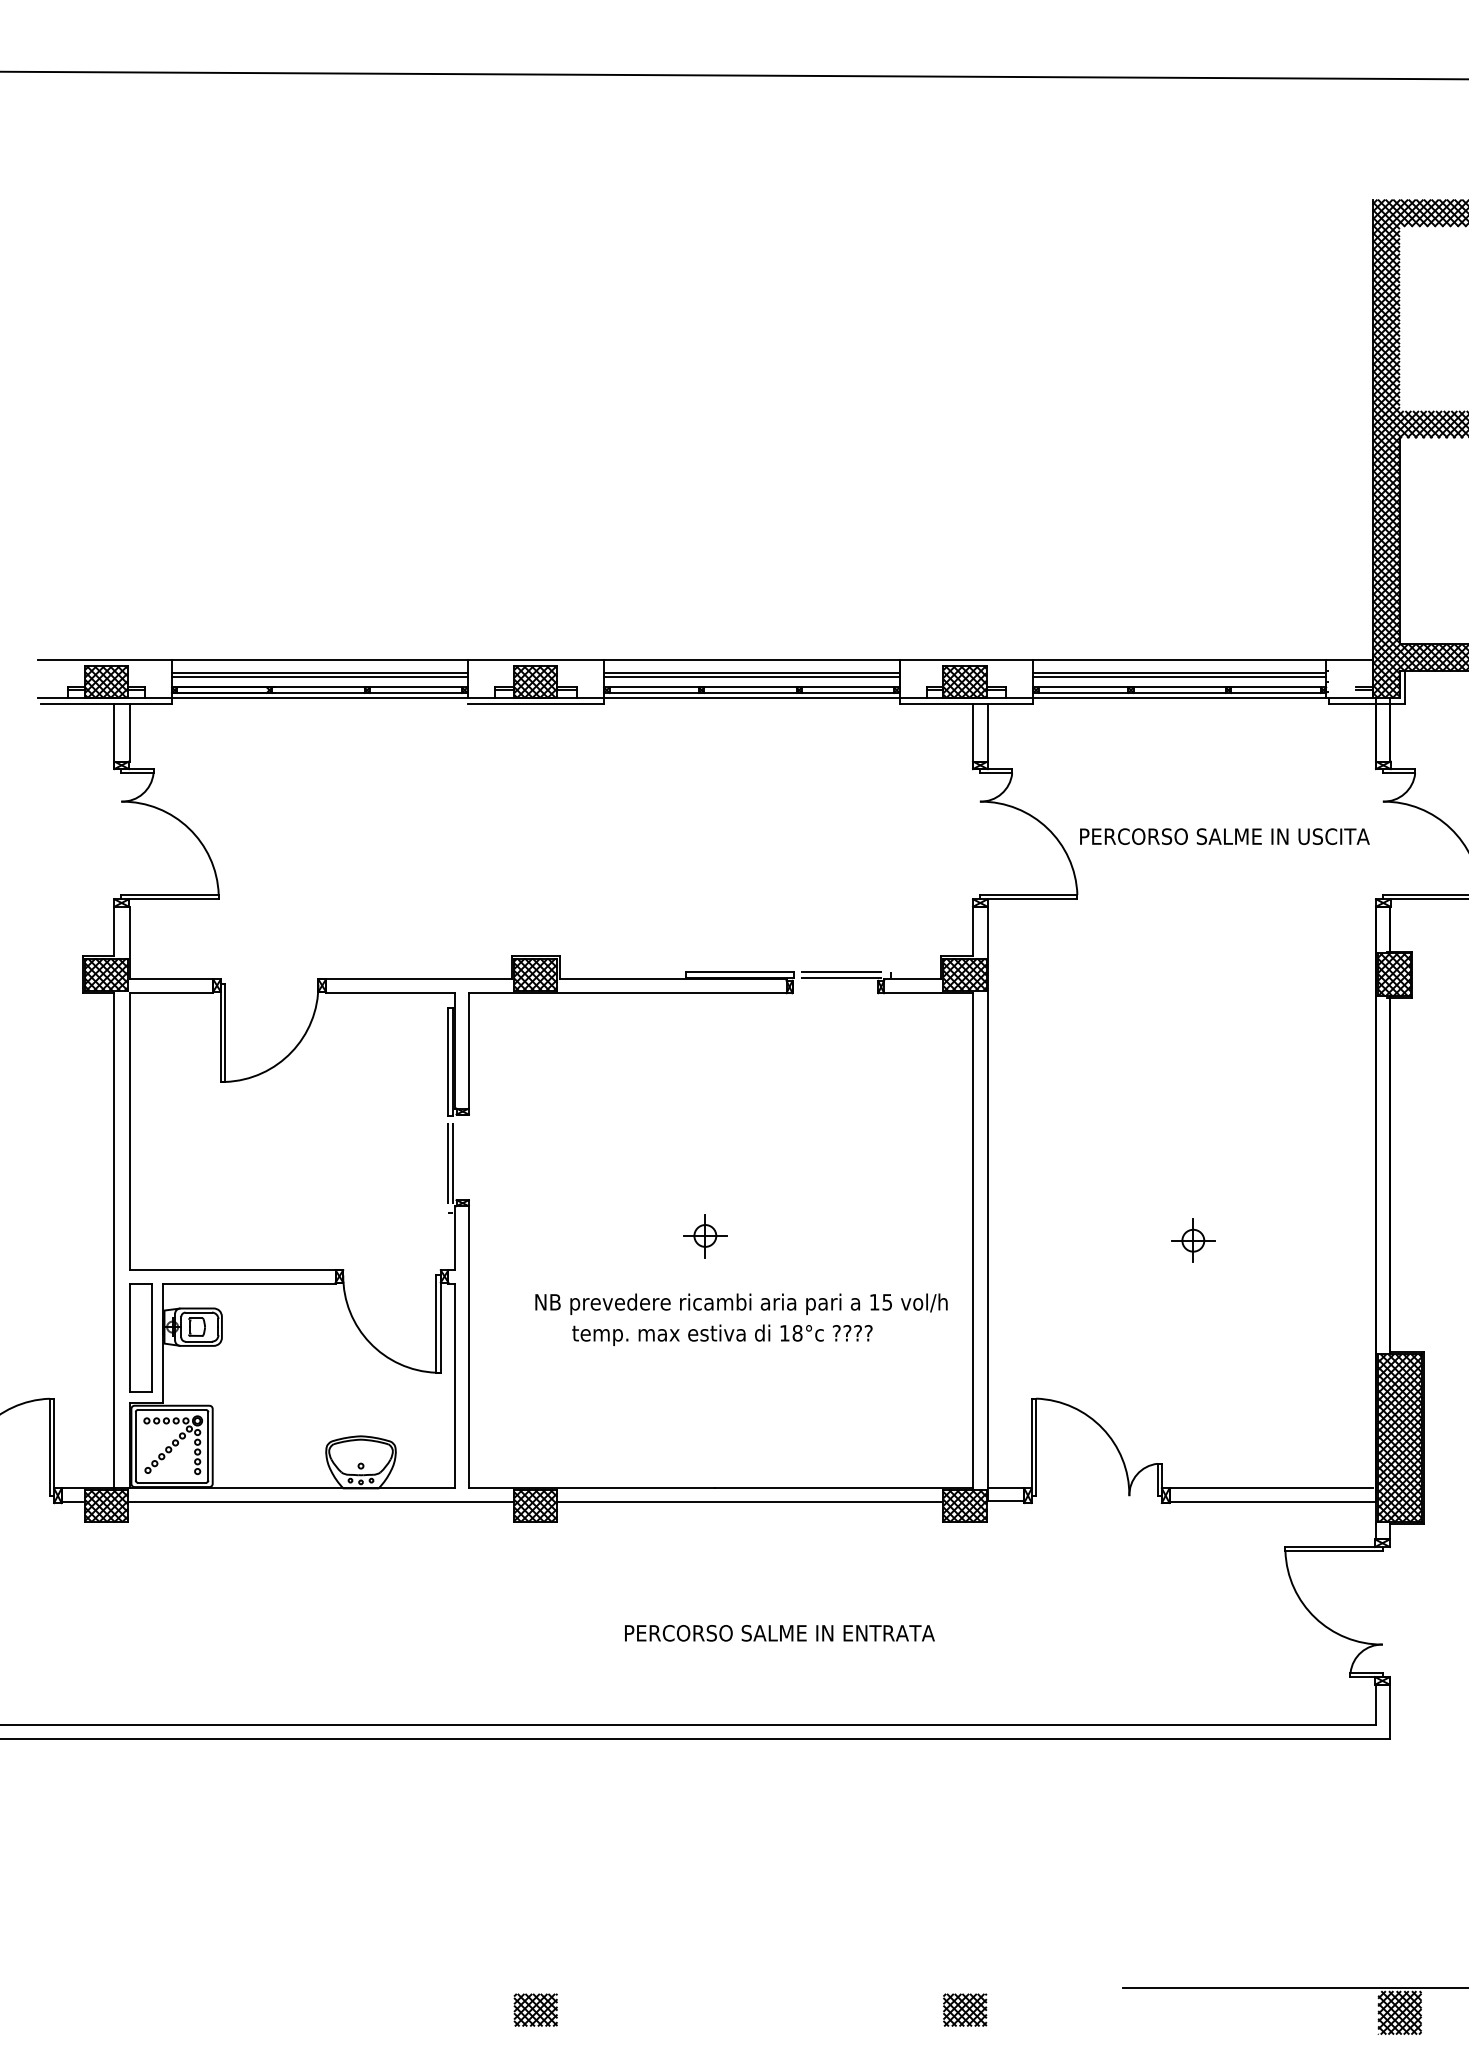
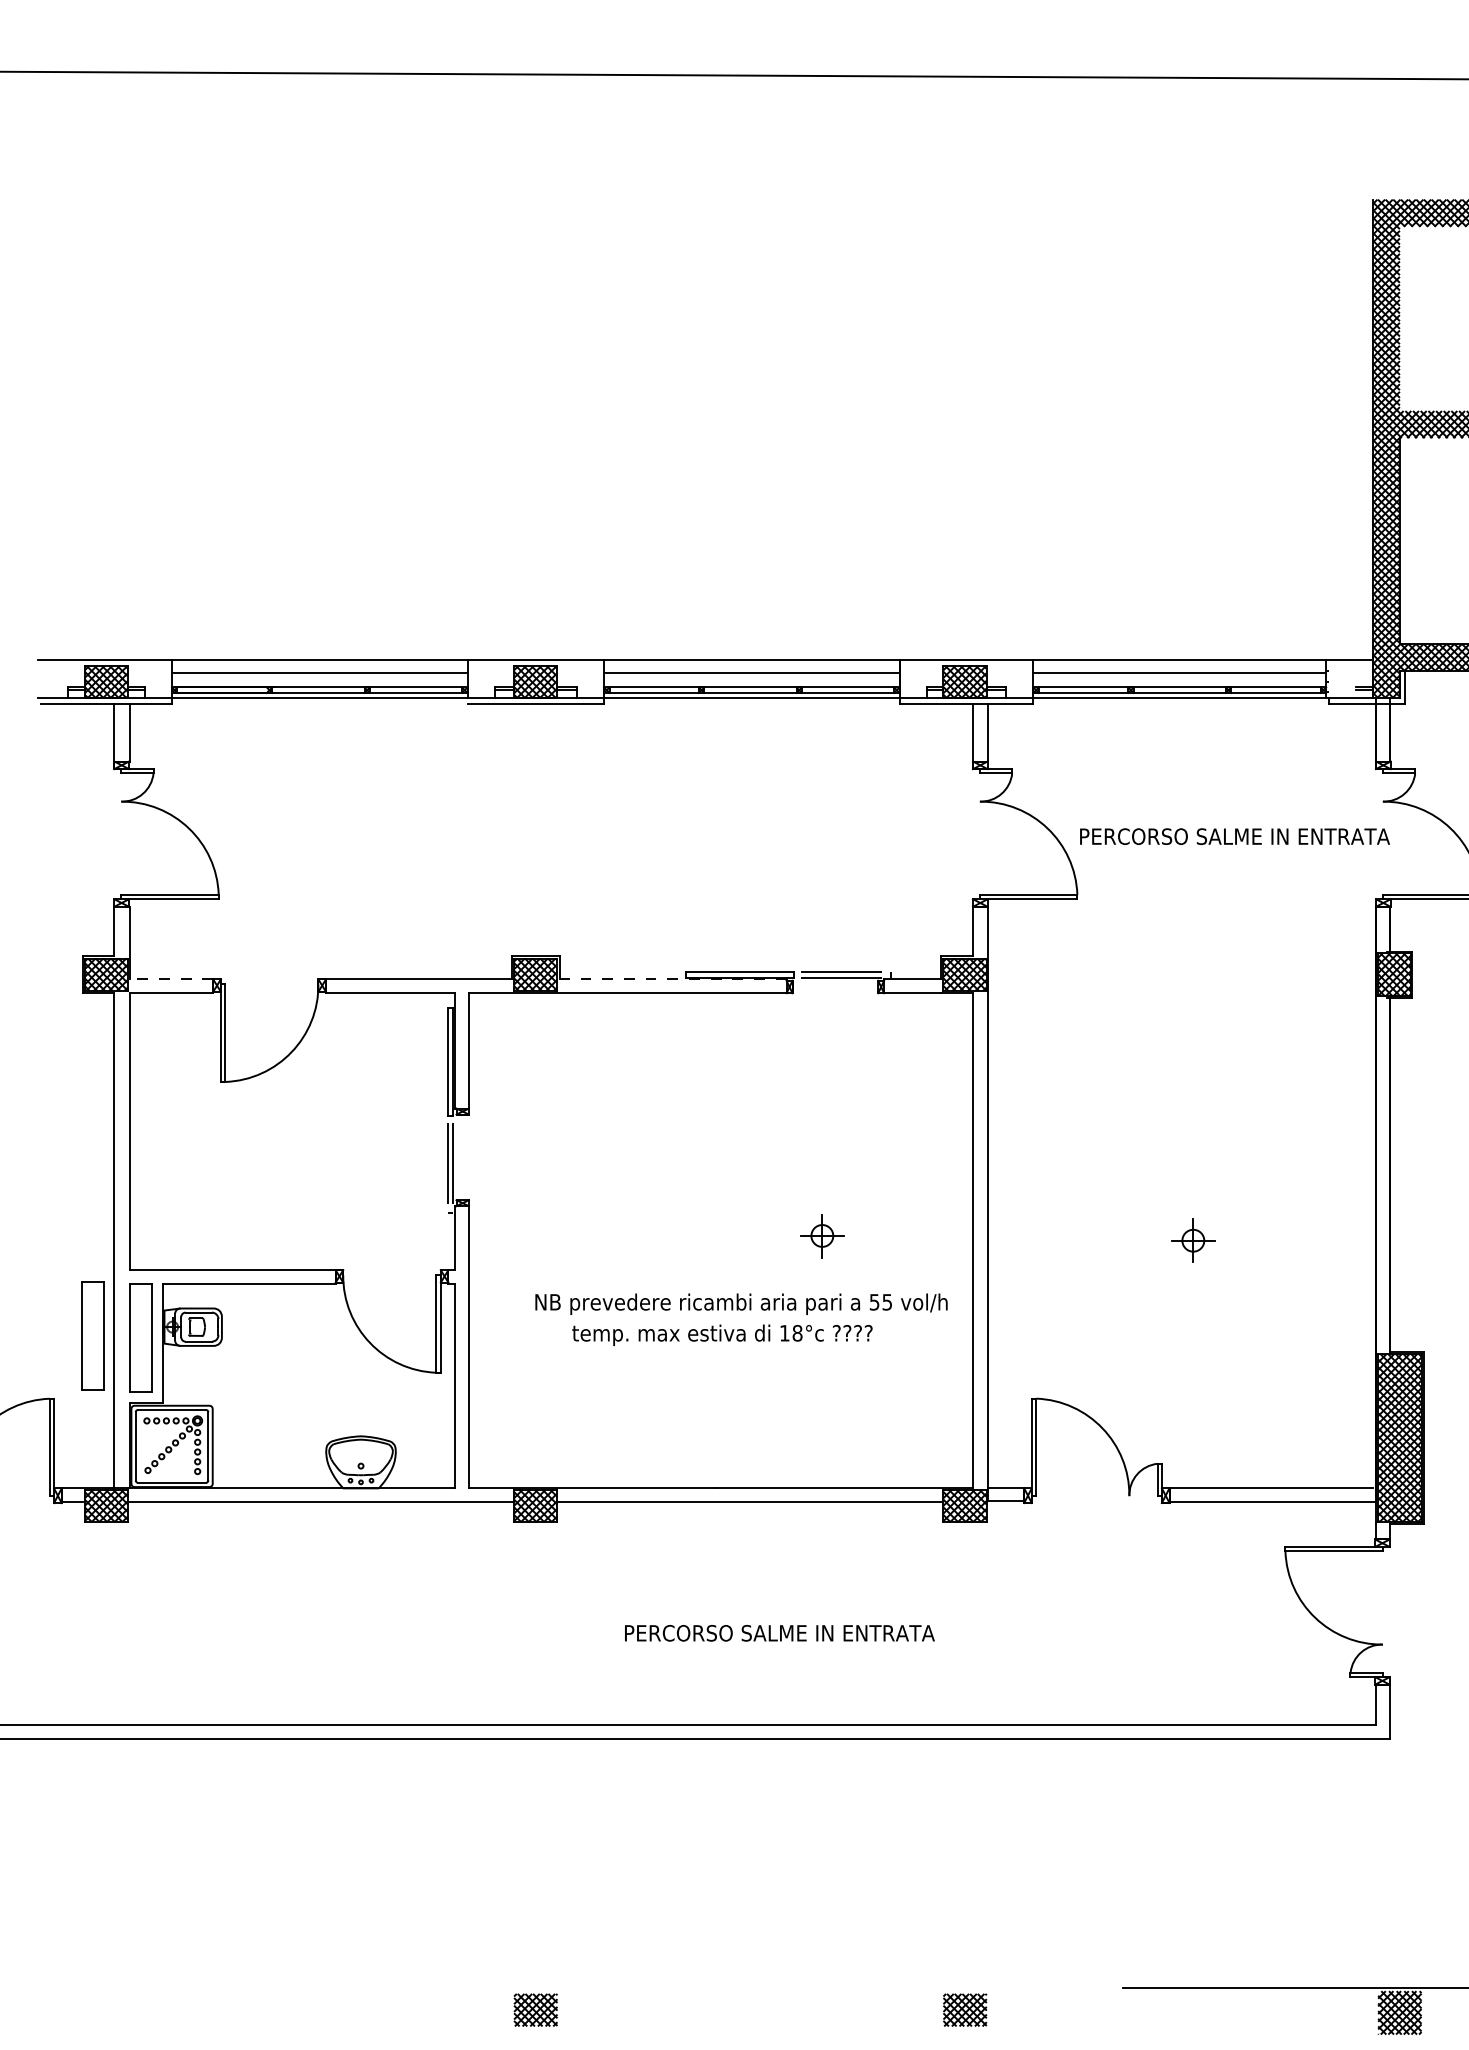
line at (319, 676): present -> none
line at (751, 676): present -> none
line at (1179, 676): present -> none
text at (1343, 836): PERCORSO SALME IN USCITA -> PERCORSO SALME IN ENTRATA
line at (171, 979): solid -> dashed
line at (672, 979): solid -> dashed
part at (705, 1236) position: (705, 1236) -> (822, 1236)
text at (874, 1302): 15 -> 55
part at (92, 1335): none -> present
